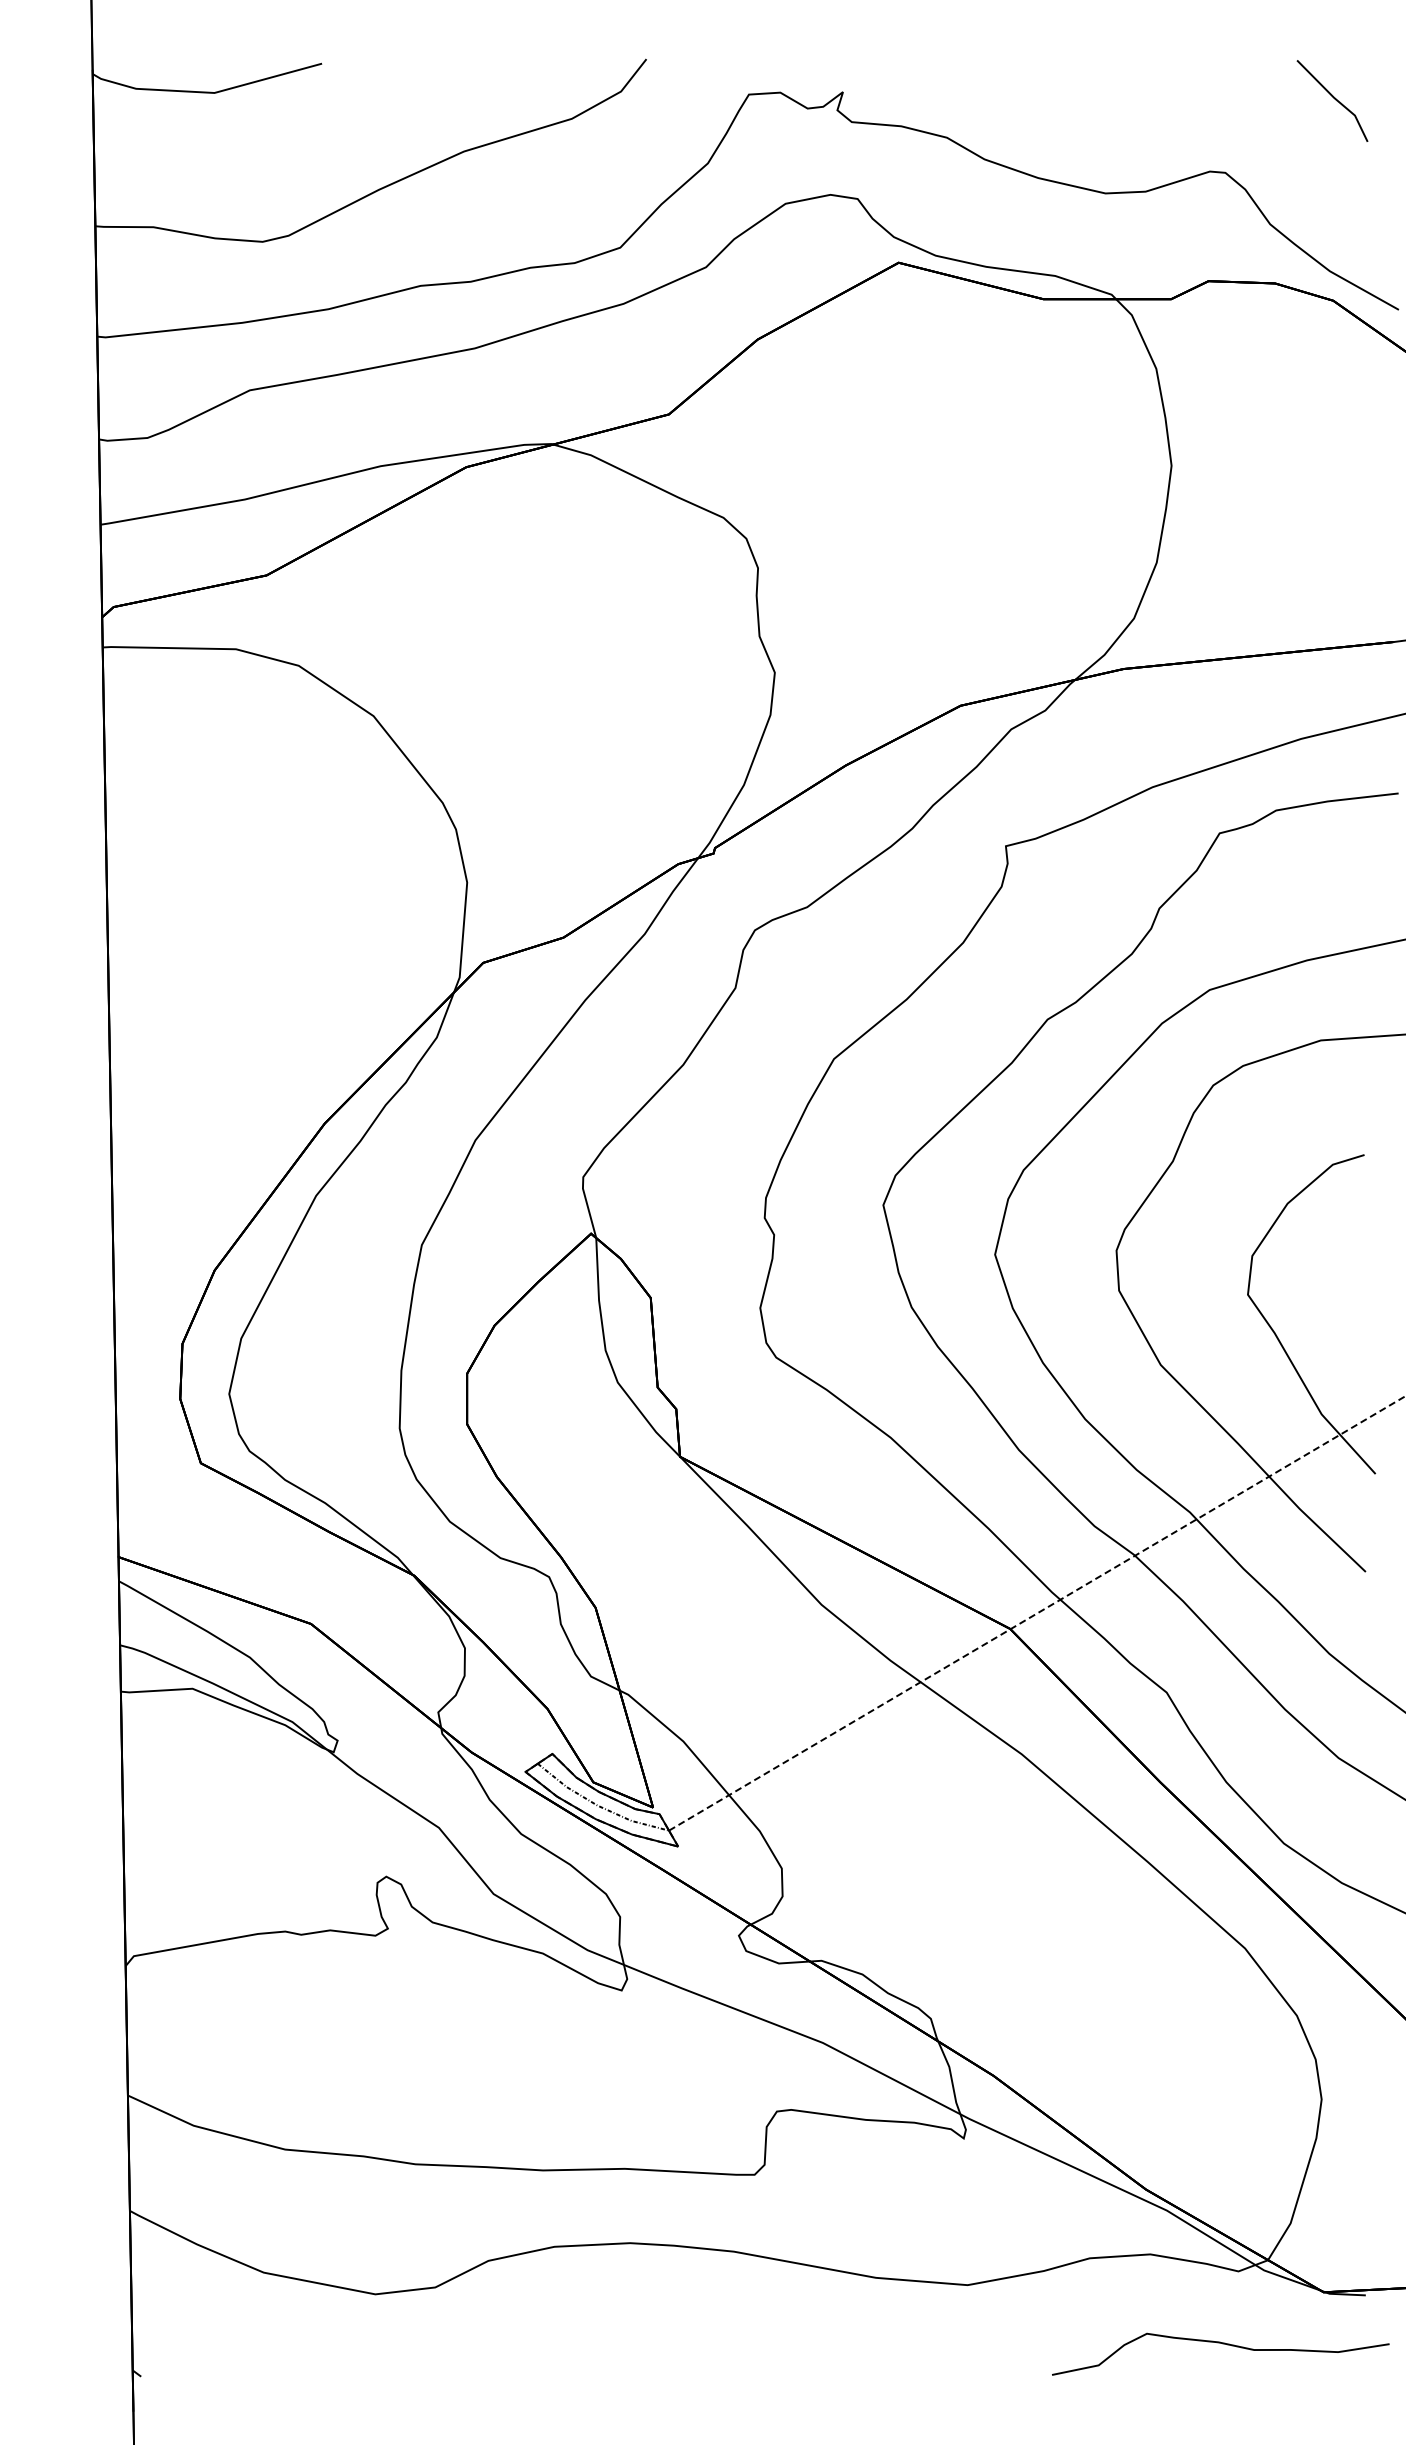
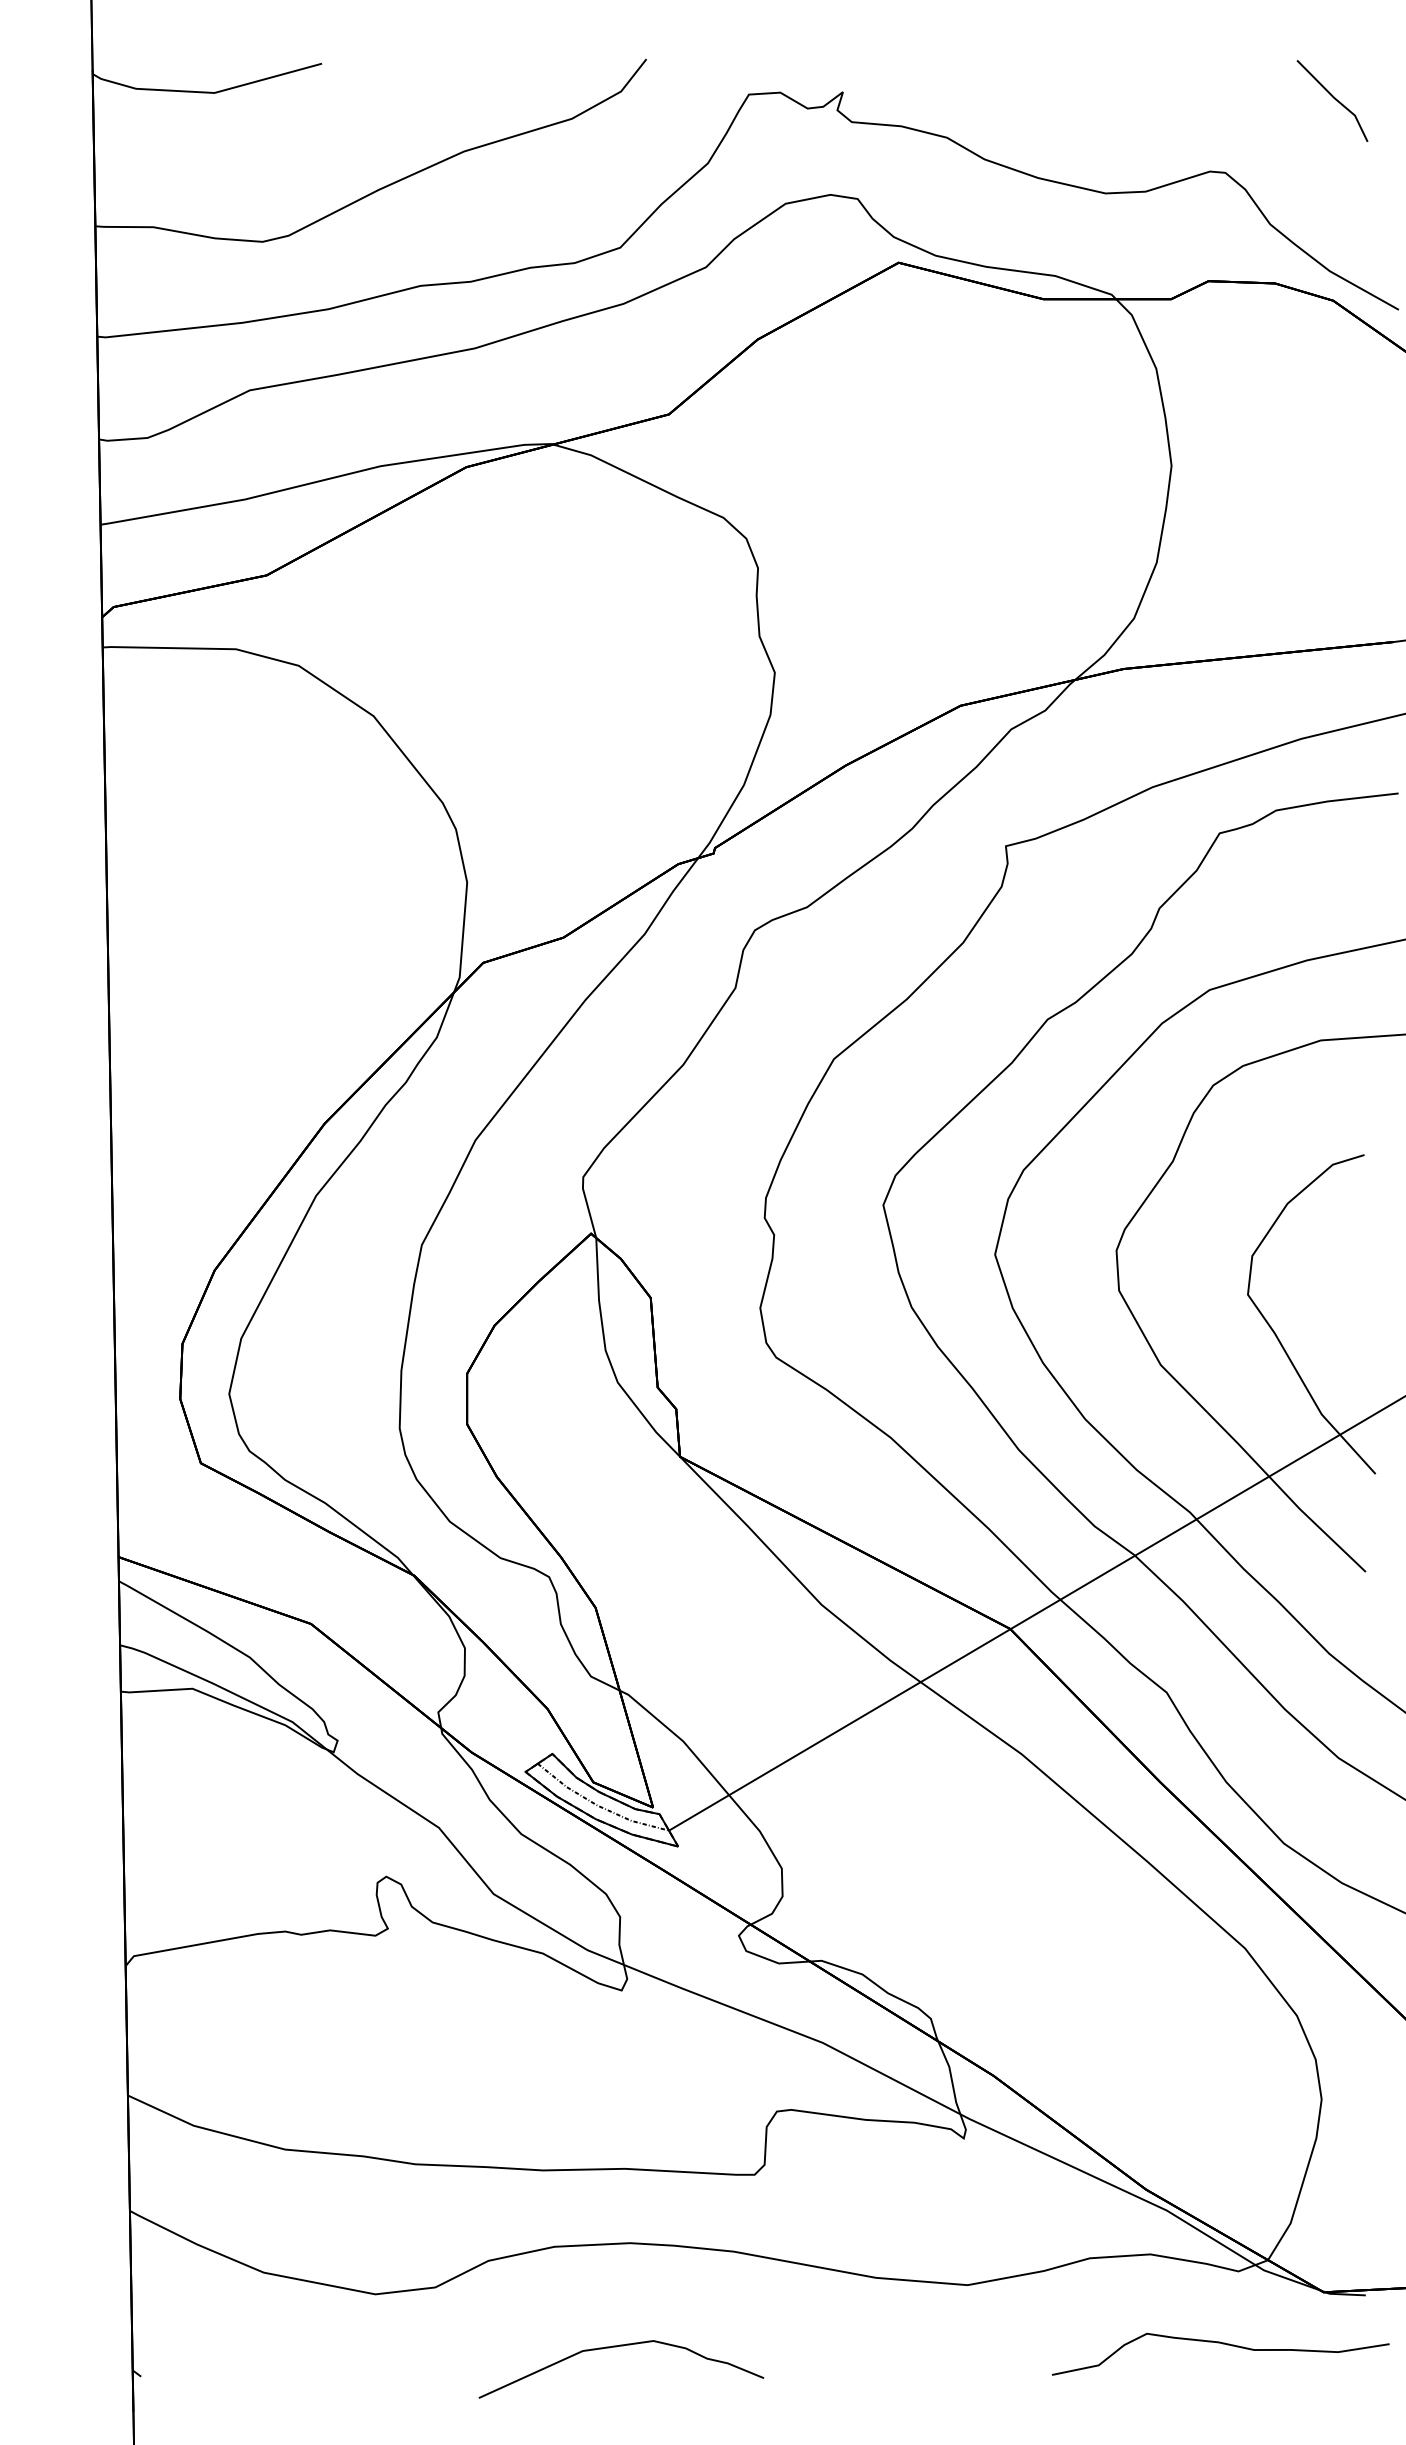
line at (1037, 1613): dashed -> solid
curve at (616, 2347): none -> present
